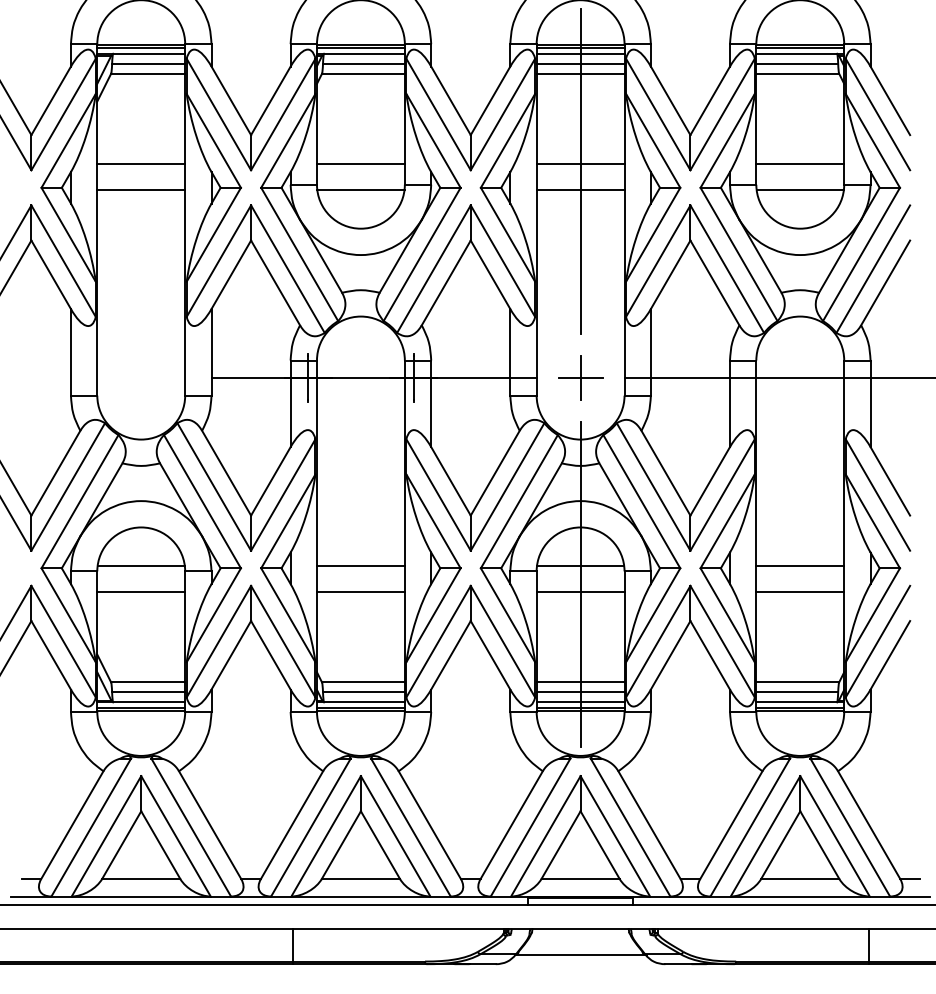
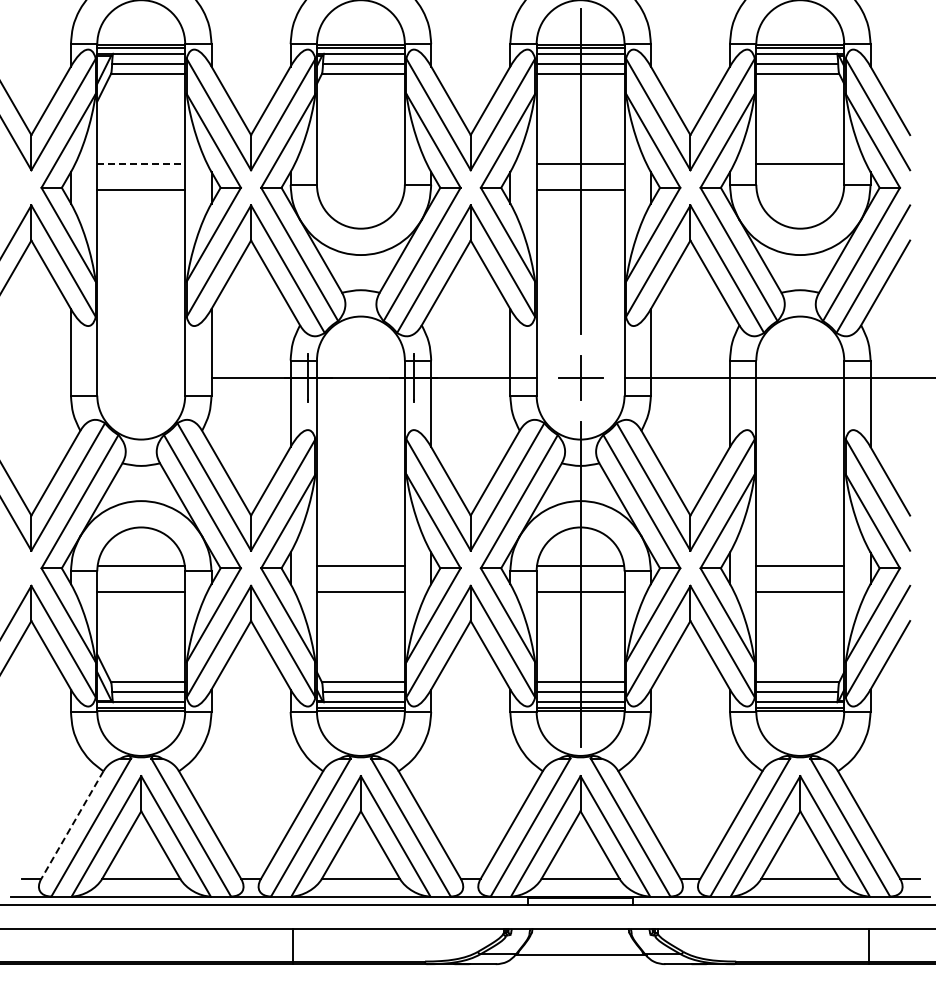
line at (141, 163): solid -> dashed
line at (360, 163): present -> none
line at (360, 190): present -> none
line at (799, 190): present -> none
line at (72, 825): solid -> dashed
